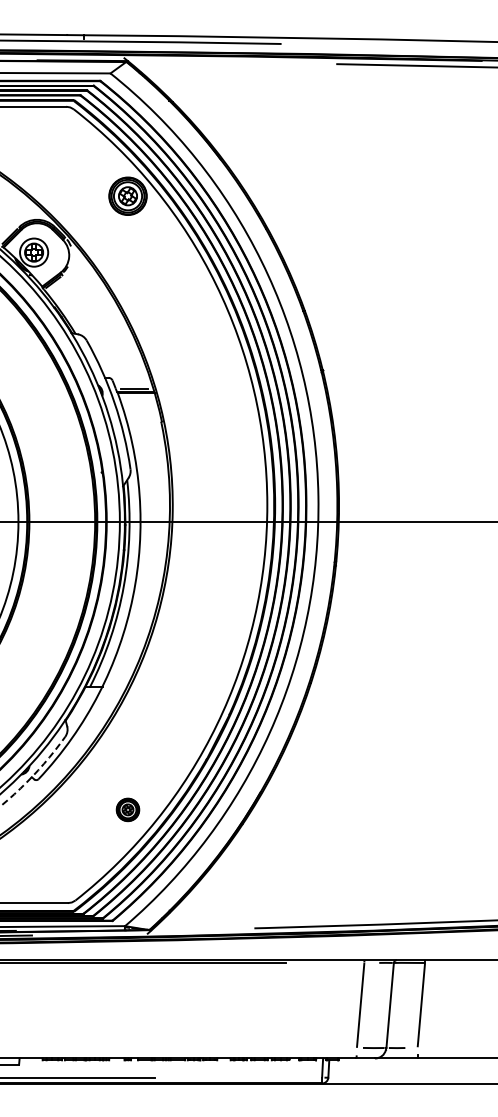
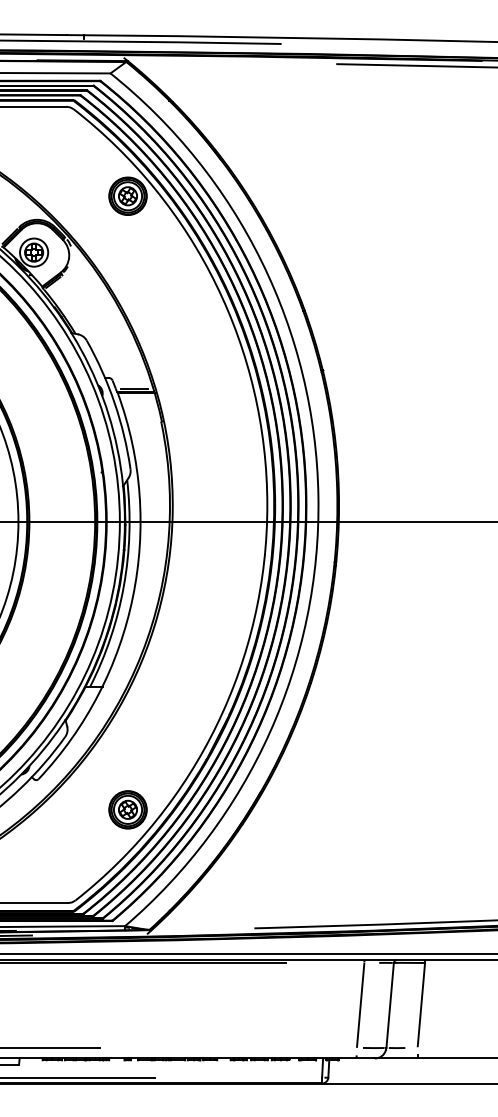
arc at (35, 773): dashed -> solid
part at (127, 809) size: 26x26 px -> 40x40 px
line at (248, 954): none -> present
line at (50, 1047): none -> present
